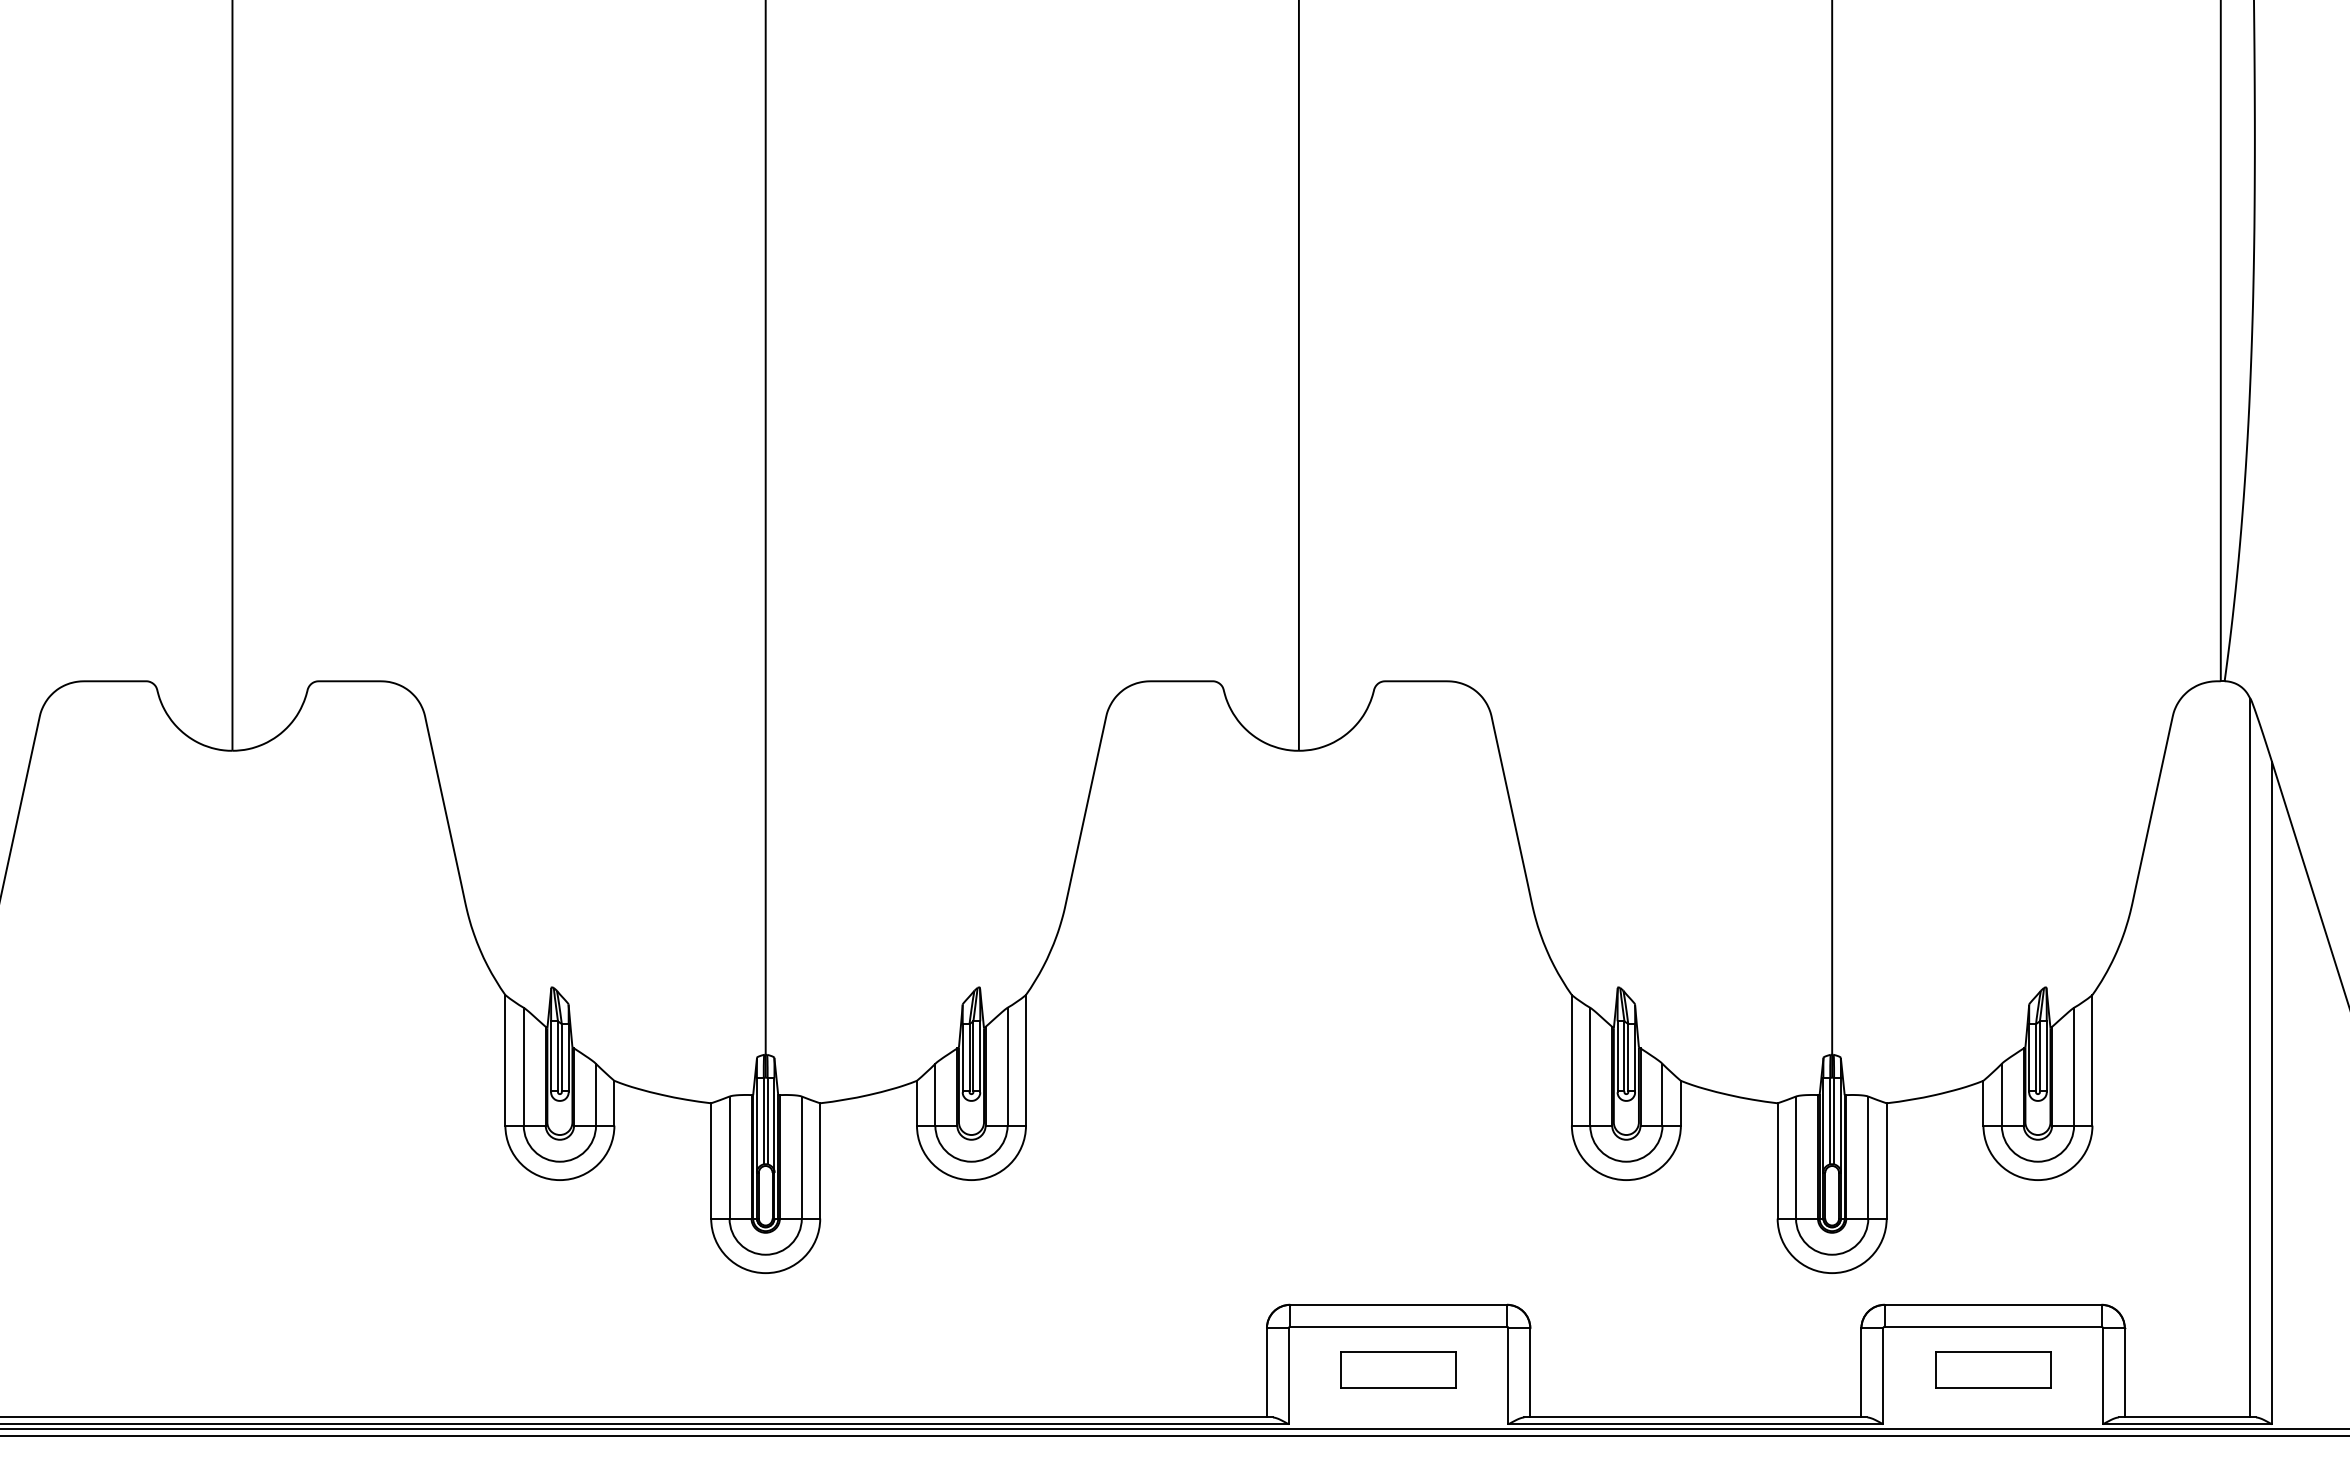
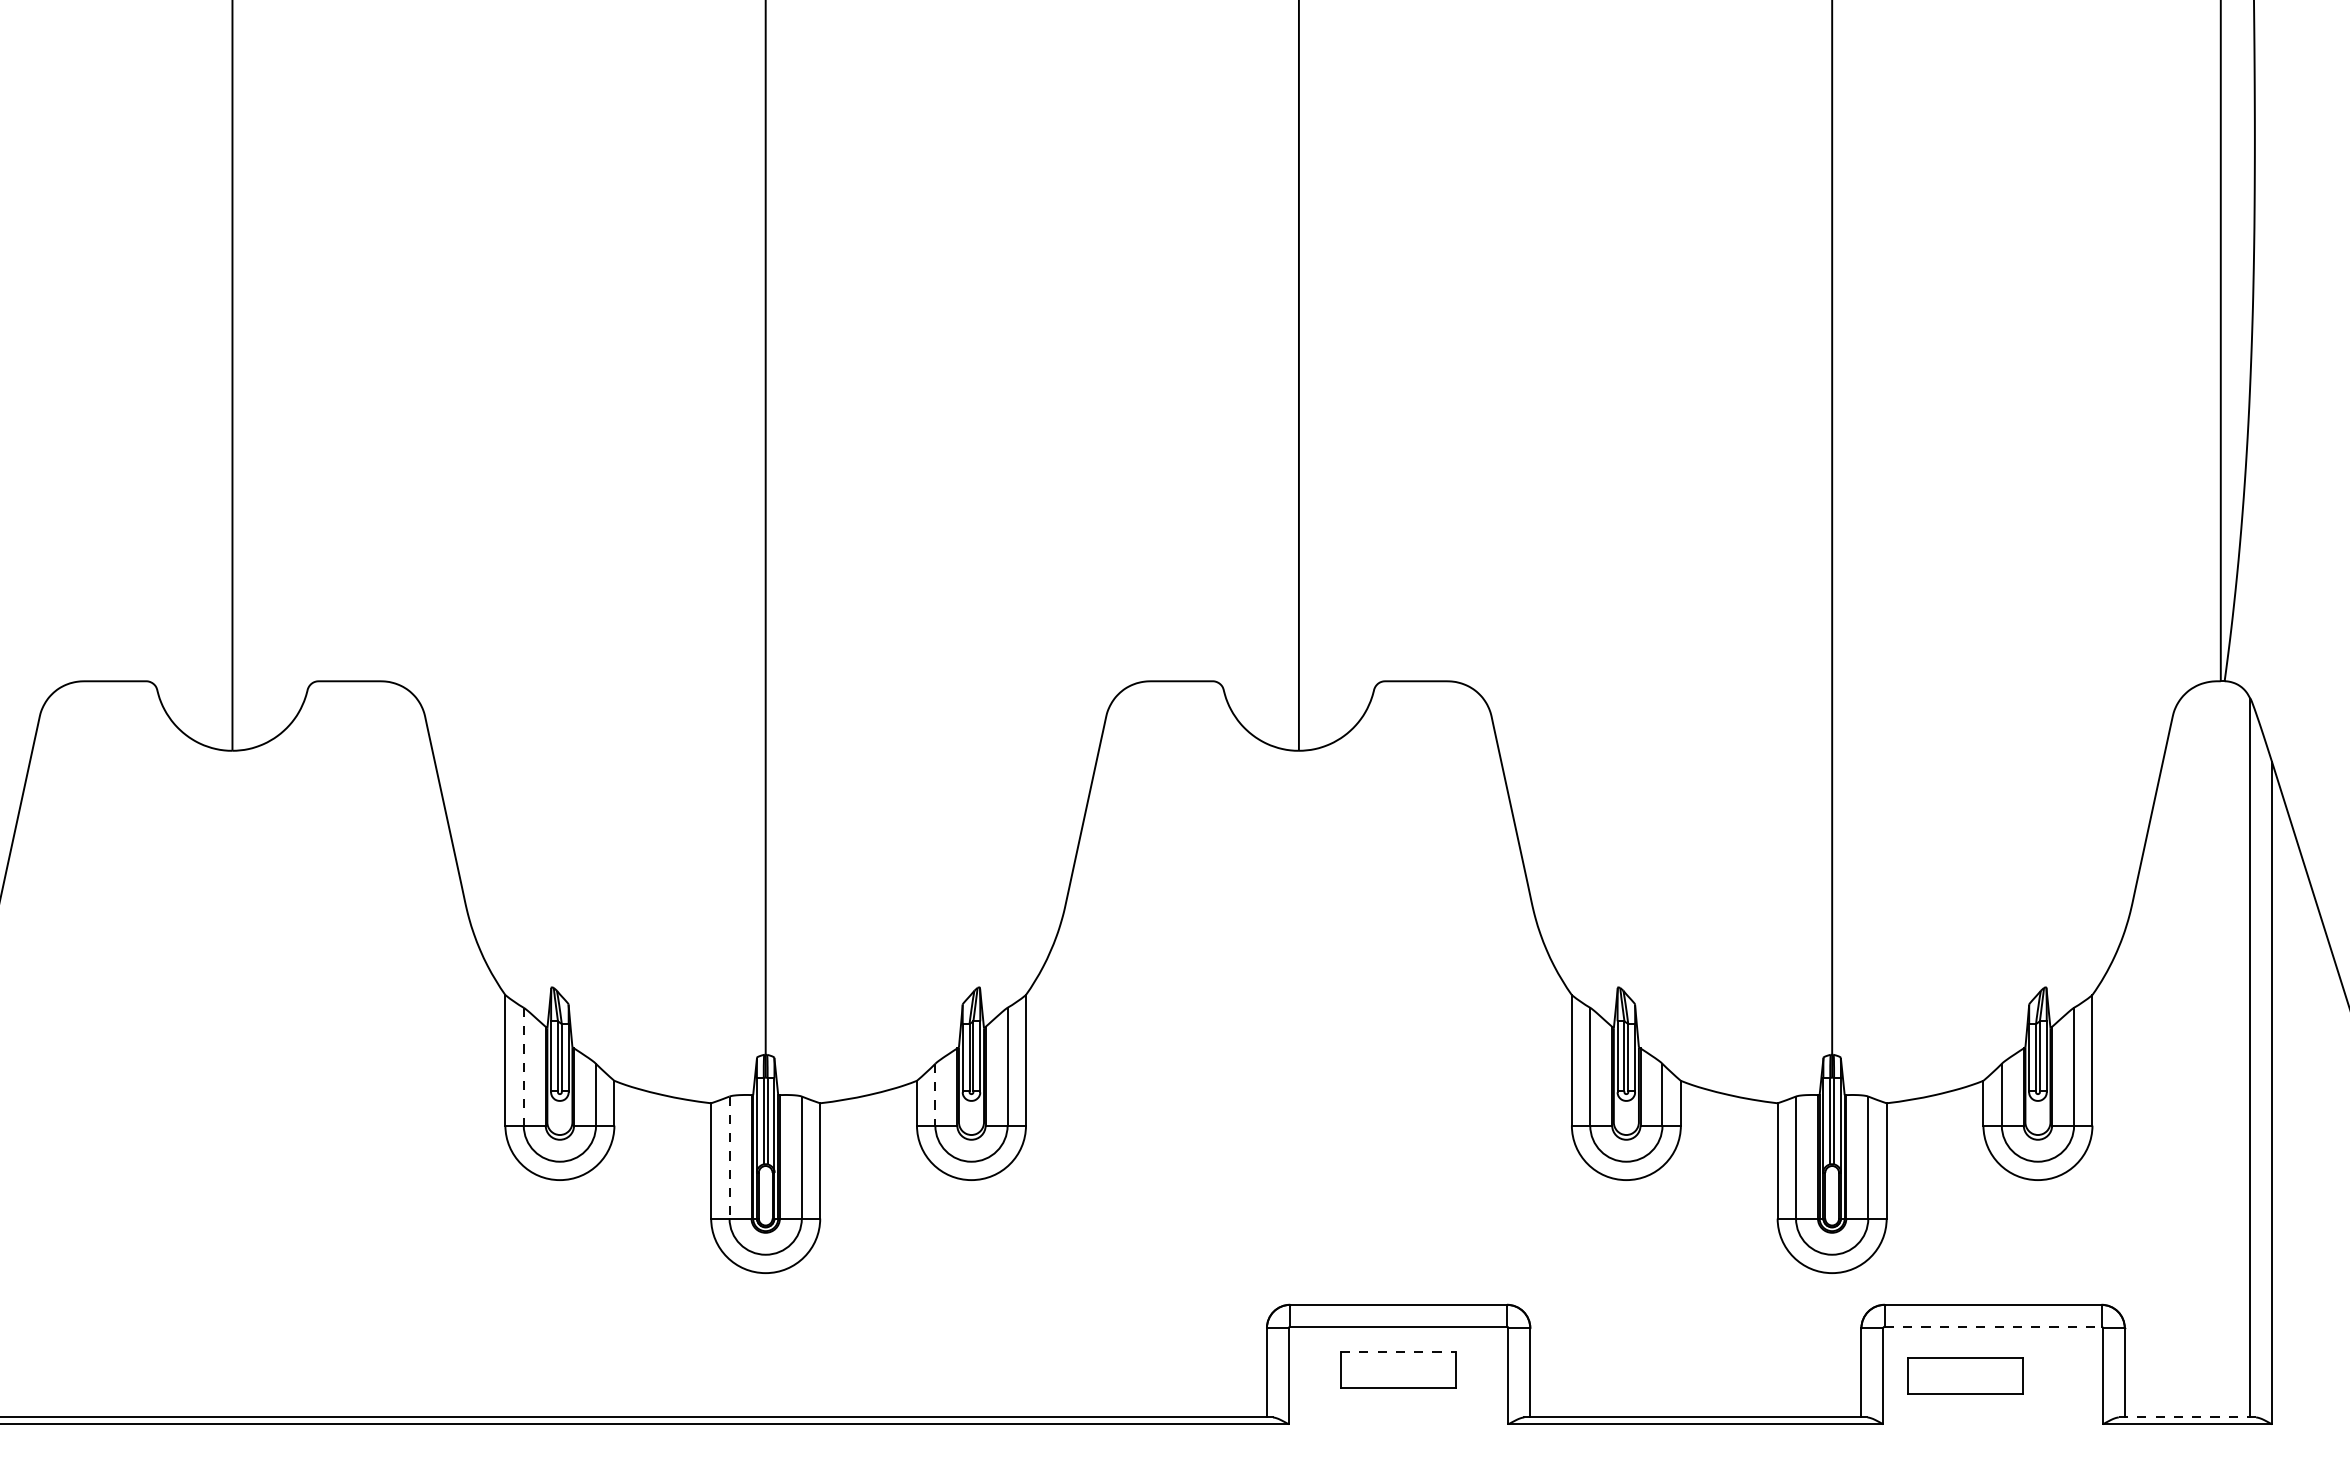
line at (523, 1066): solid -> dashed
line at (935, 1094): solid -> dashed
line at (729, 1158): solid -> dashed
line at (1993, 1326): solid -> dashed
line at (1398, 1352): solid -> dashed
part at (1993, 1369) position: (1993, 1369) -> (1965, 1375)
line at (2187, 1417): solid -> dashed
line at (1174, 1428): present -> none
line at (1174, 1435): present -> none
